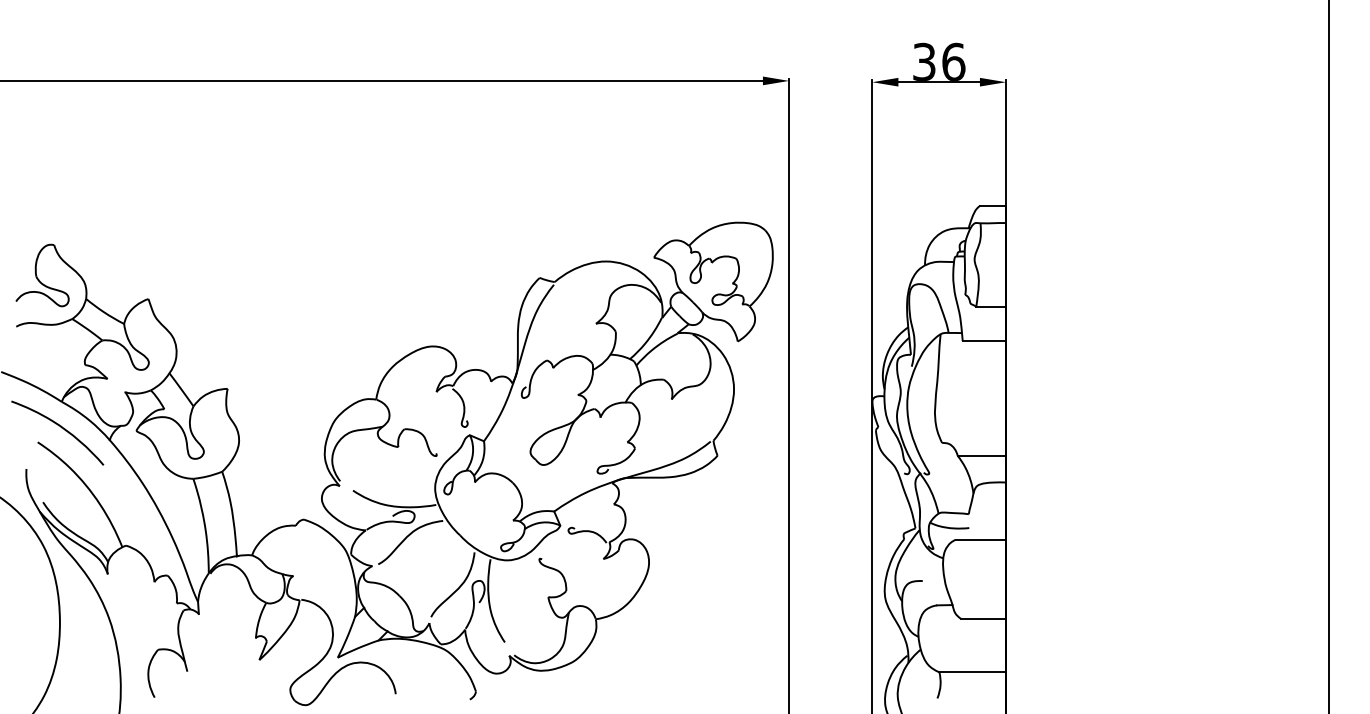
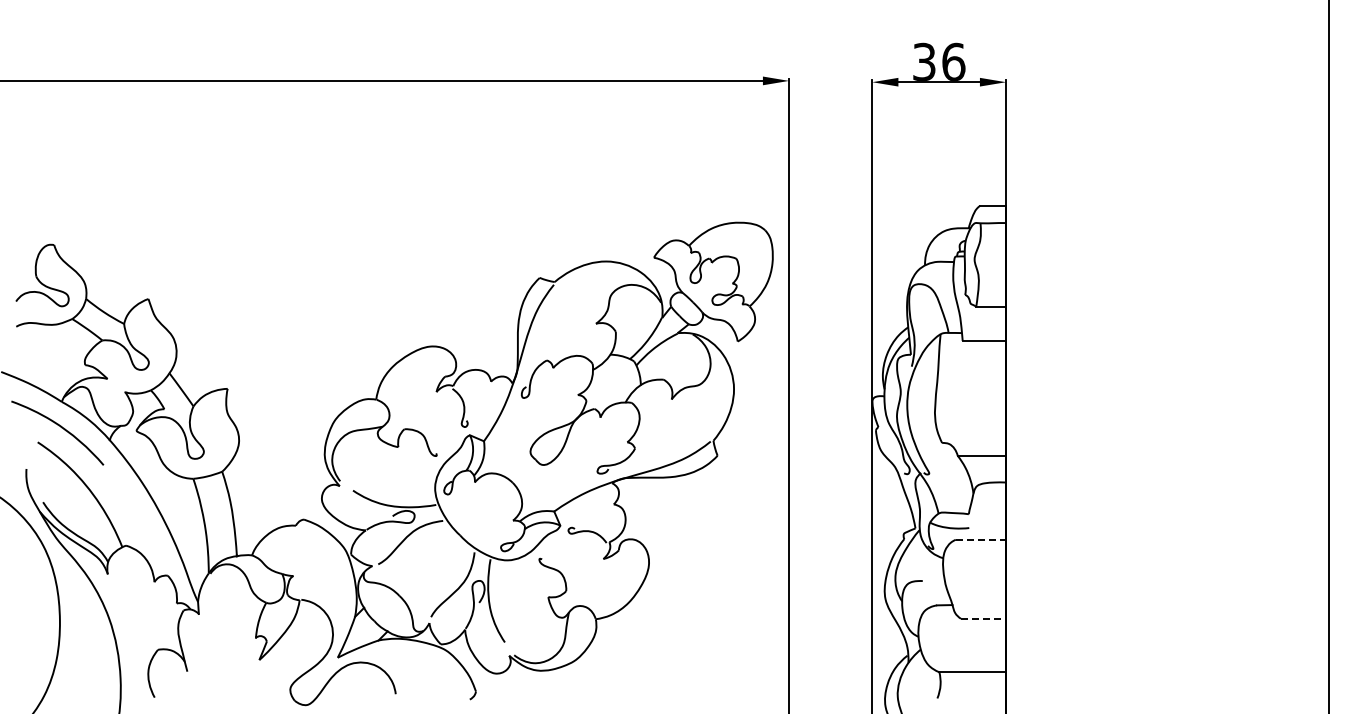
line at (981, 539): solid -> dashed
line at (983, 618): solid -> dashed
